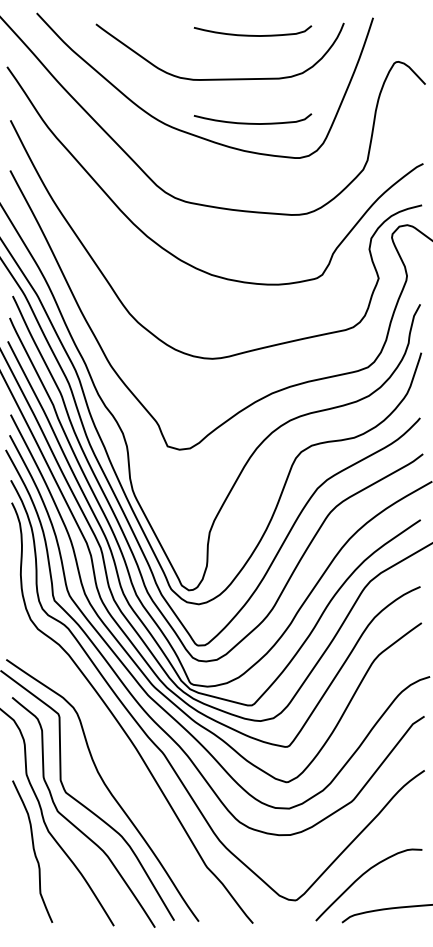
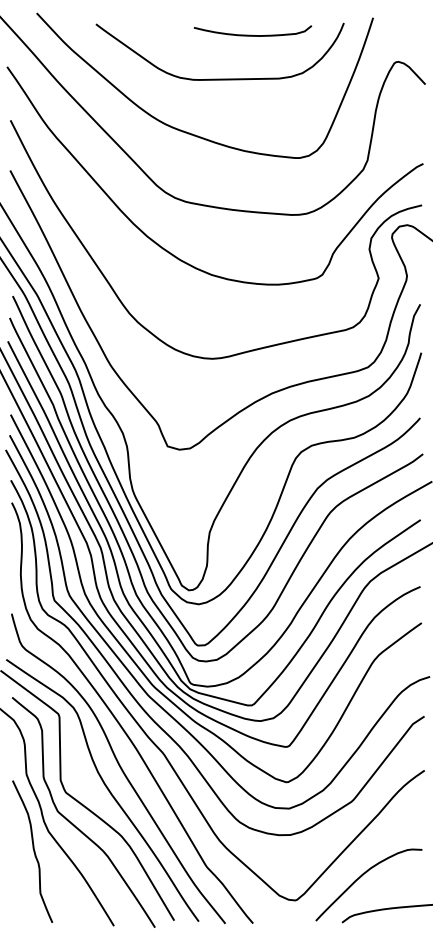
curve at (251, 122): present -> none
curve at (119, 767): none -> present
